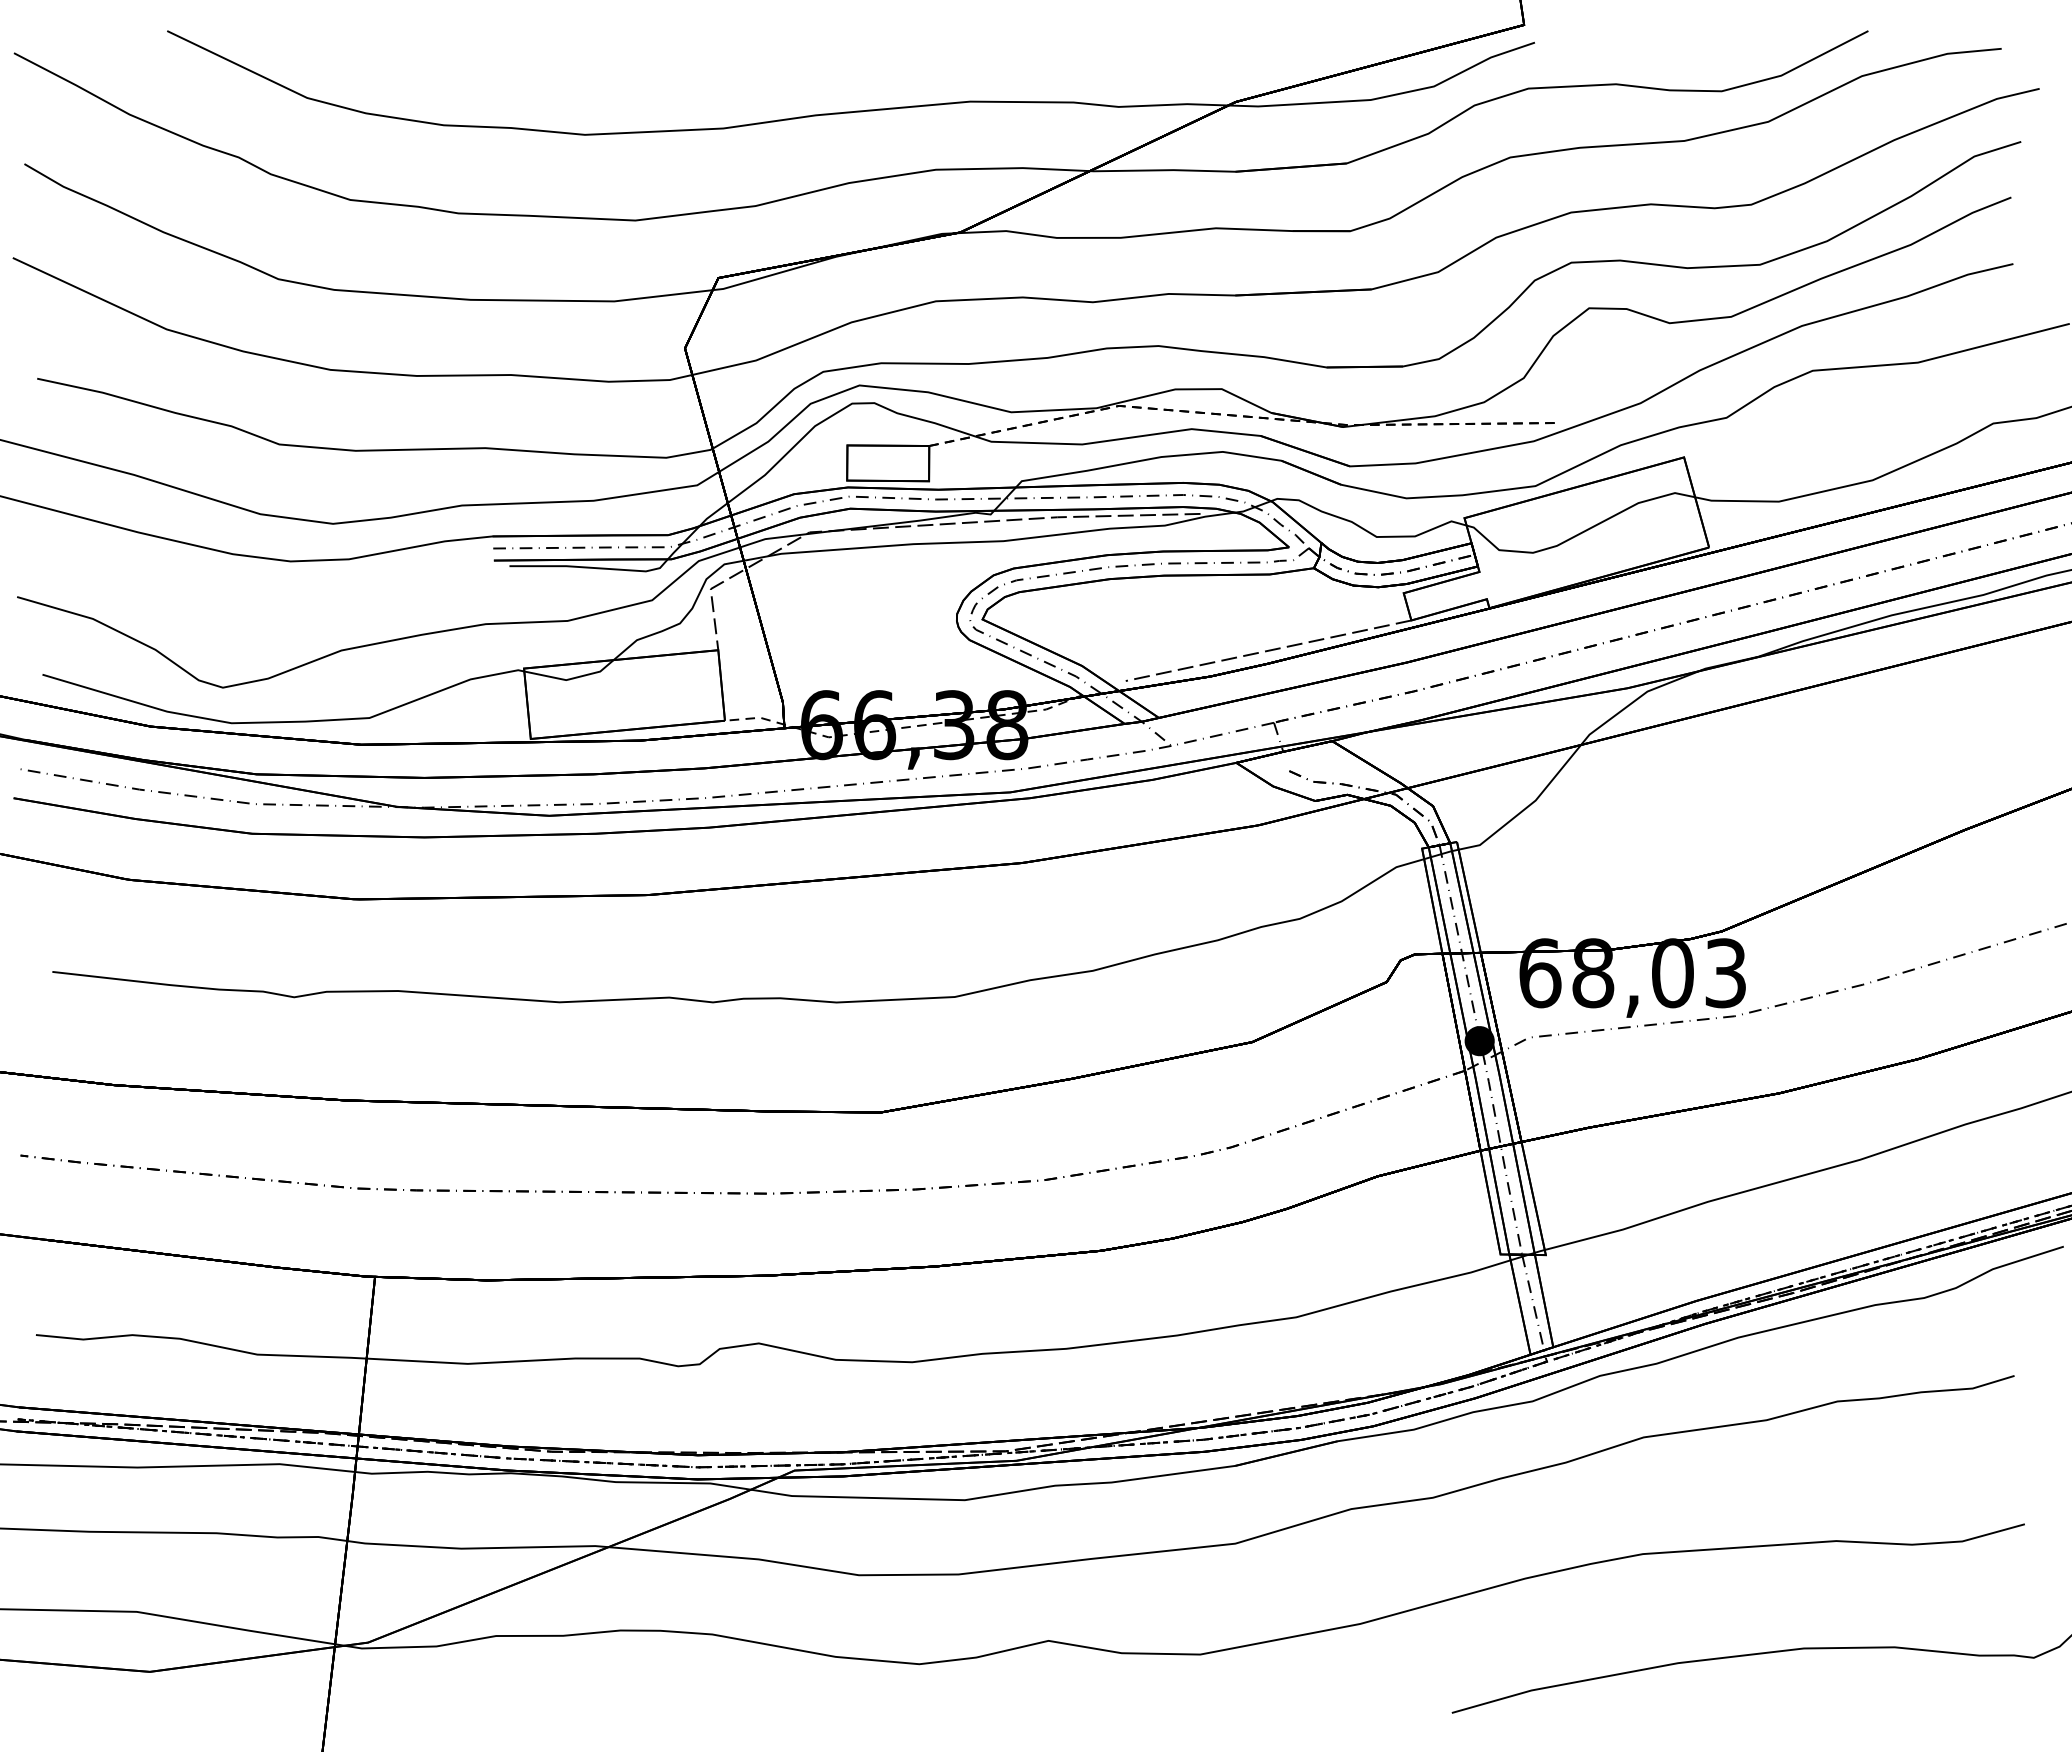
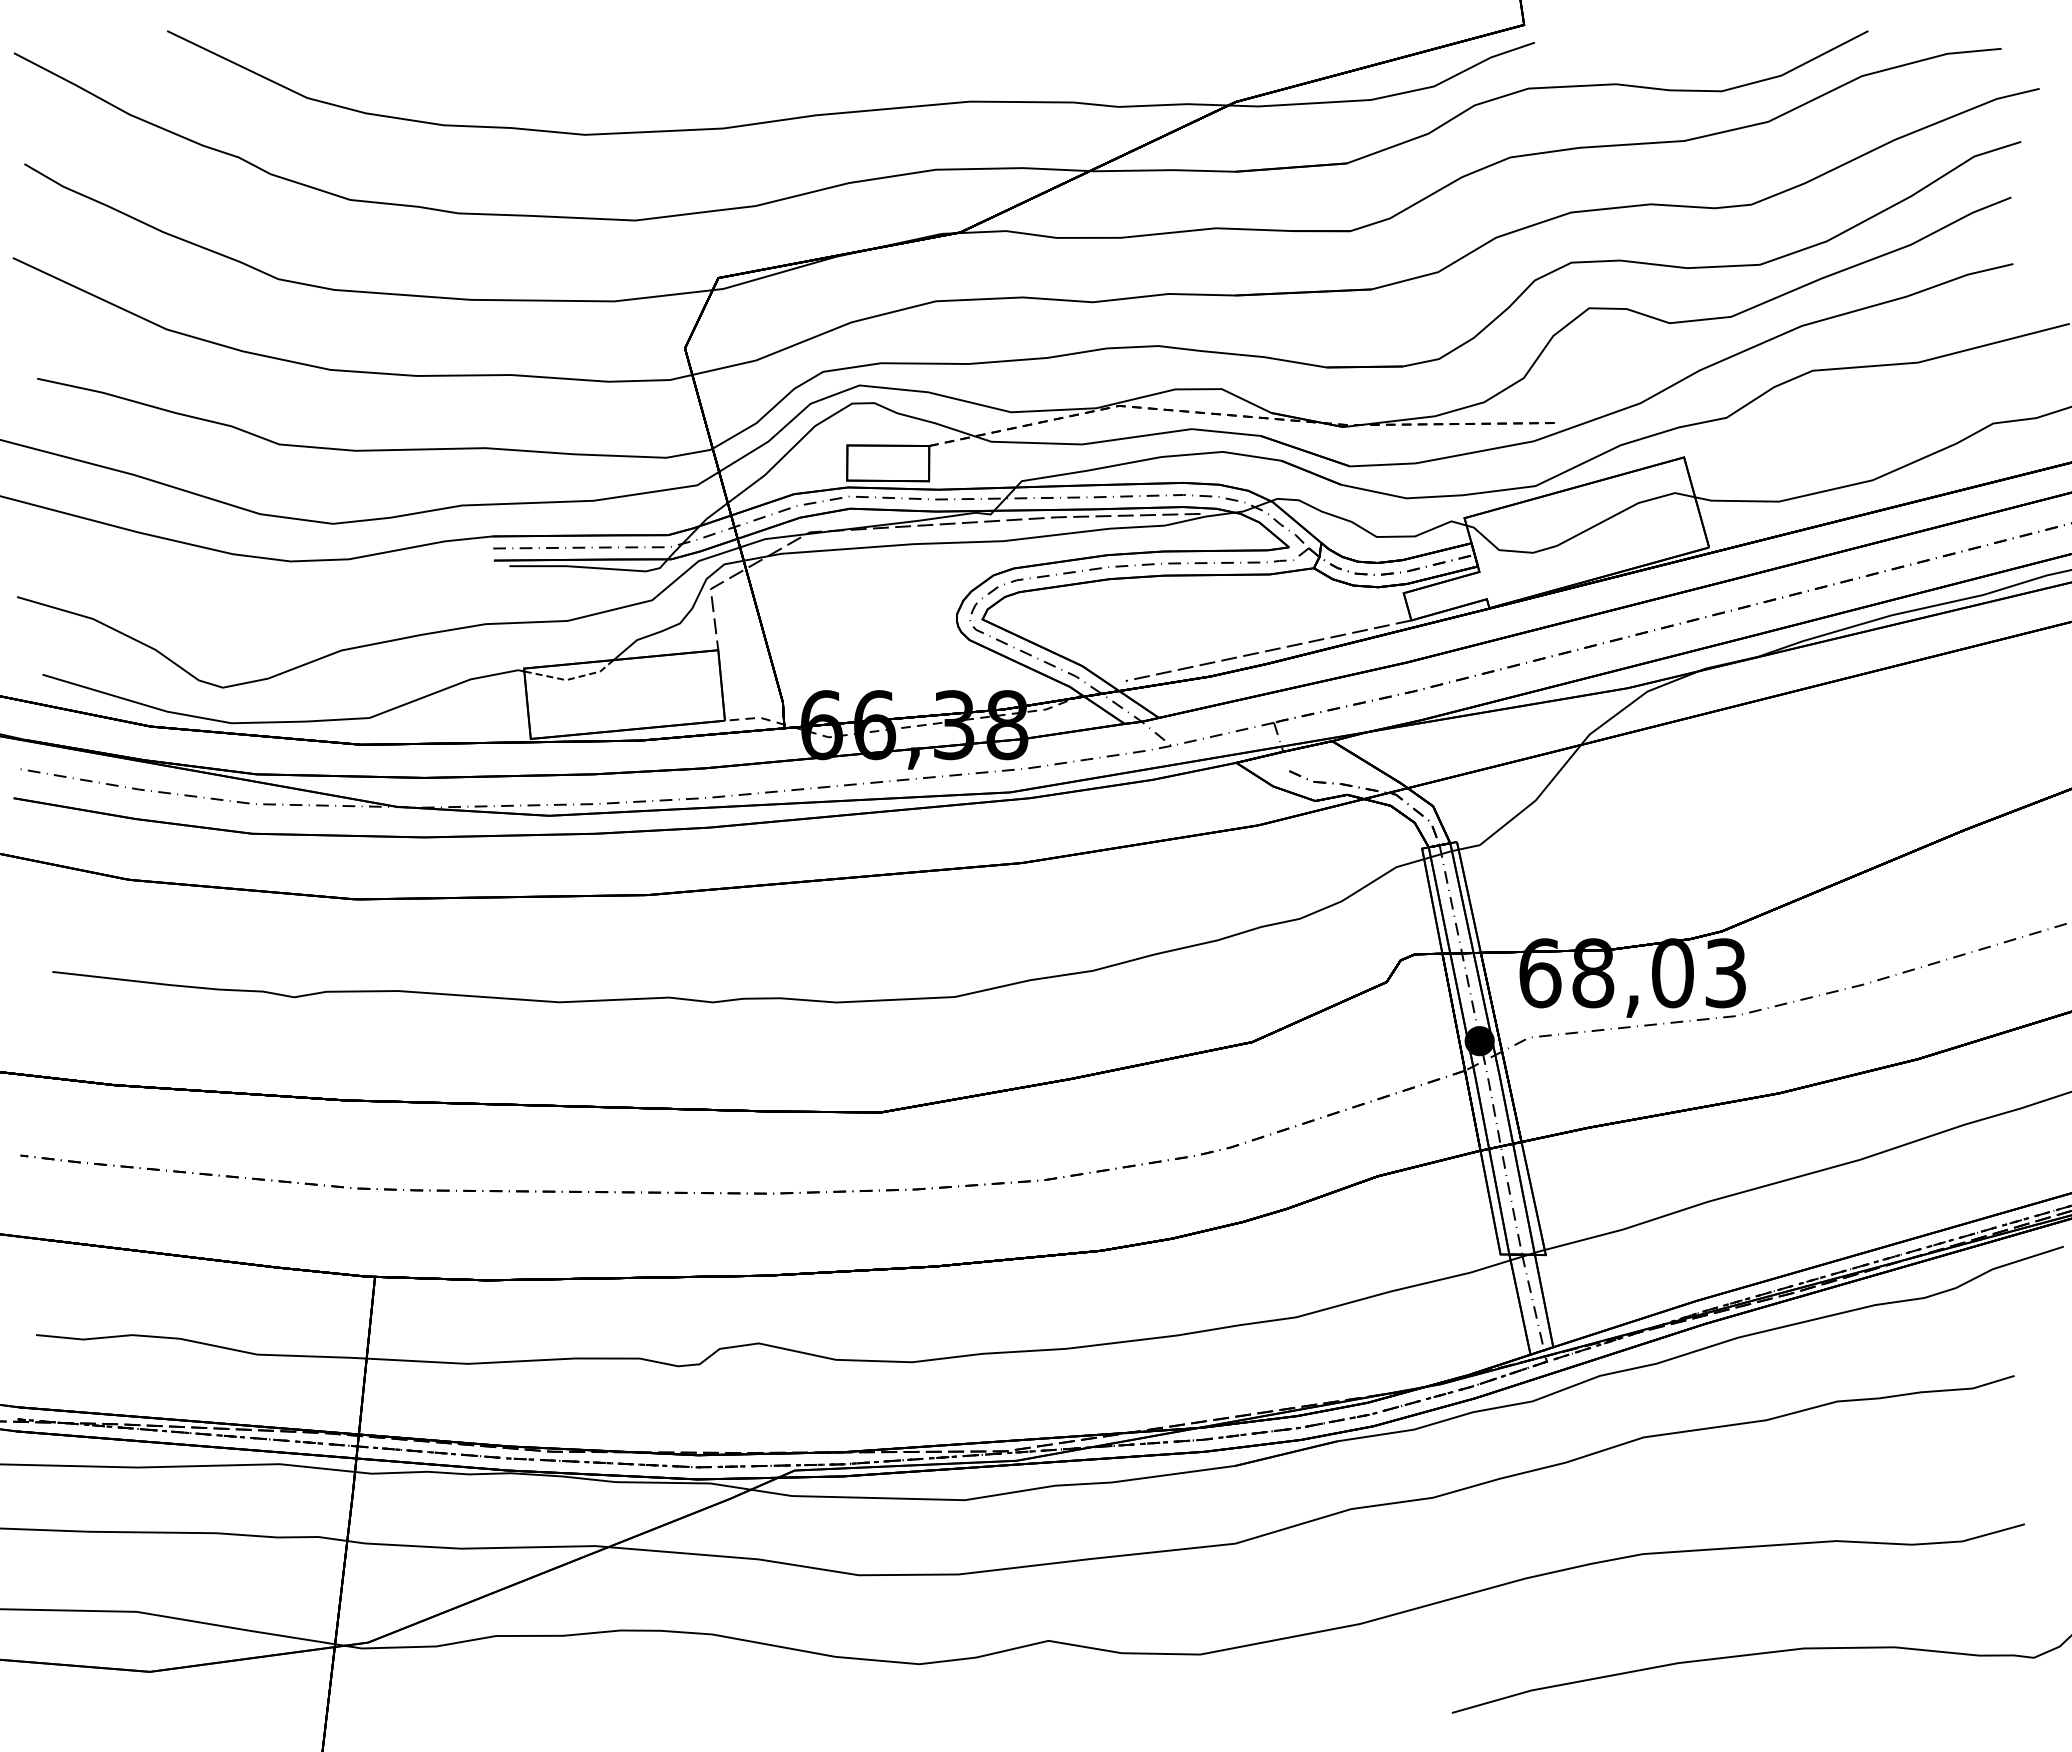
line at (570, 678): solid -> dashed
